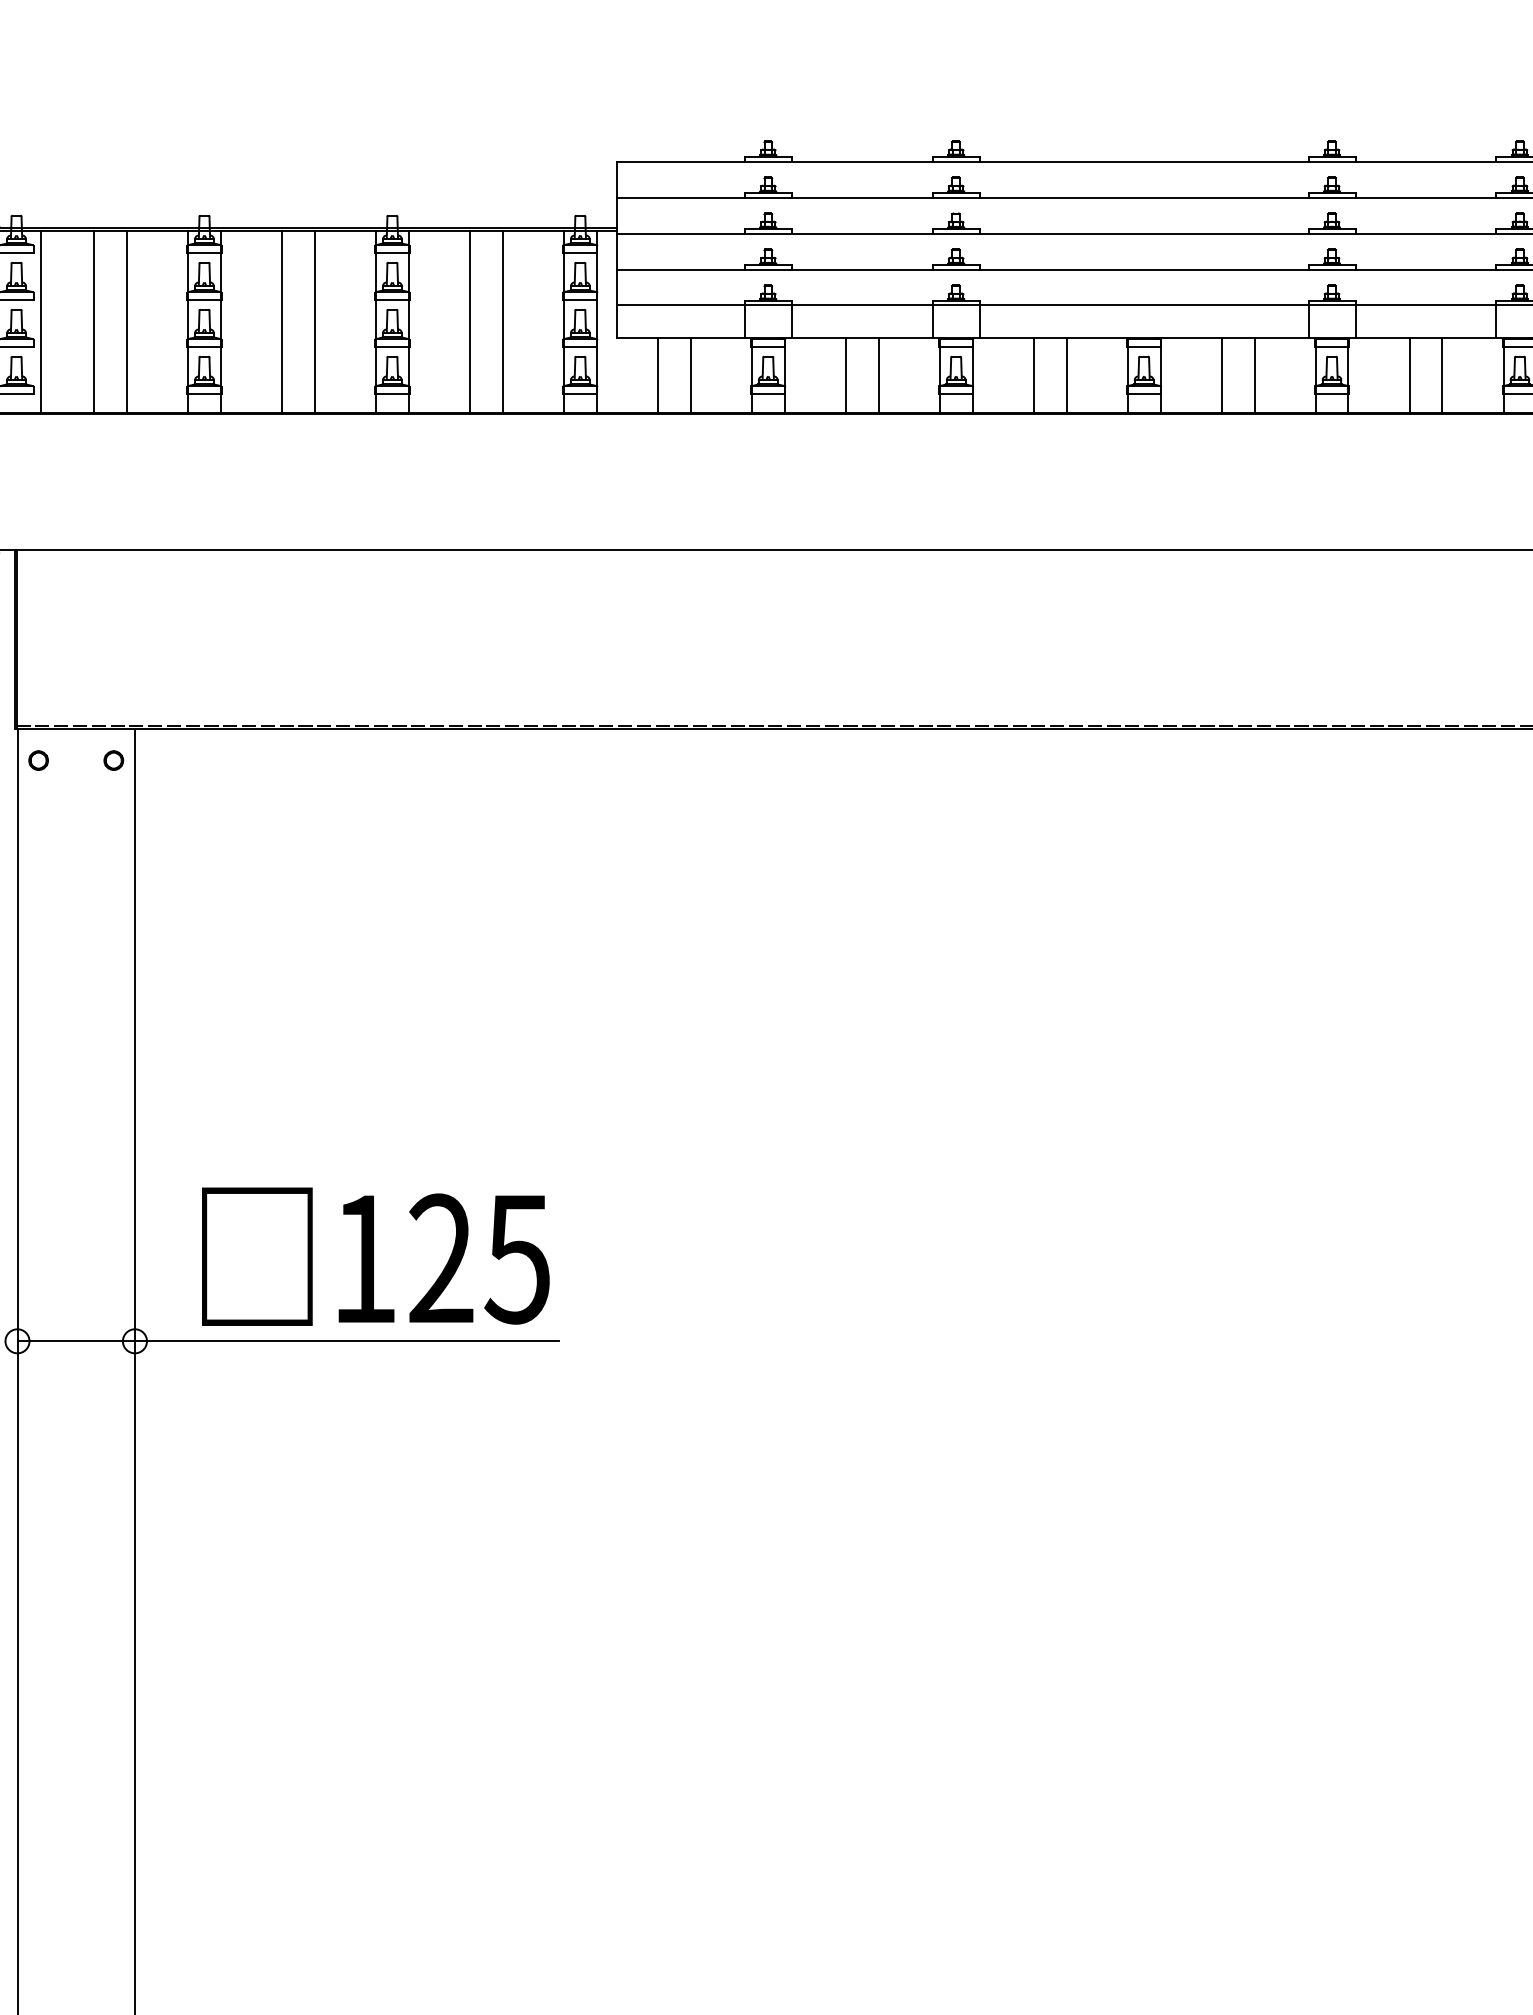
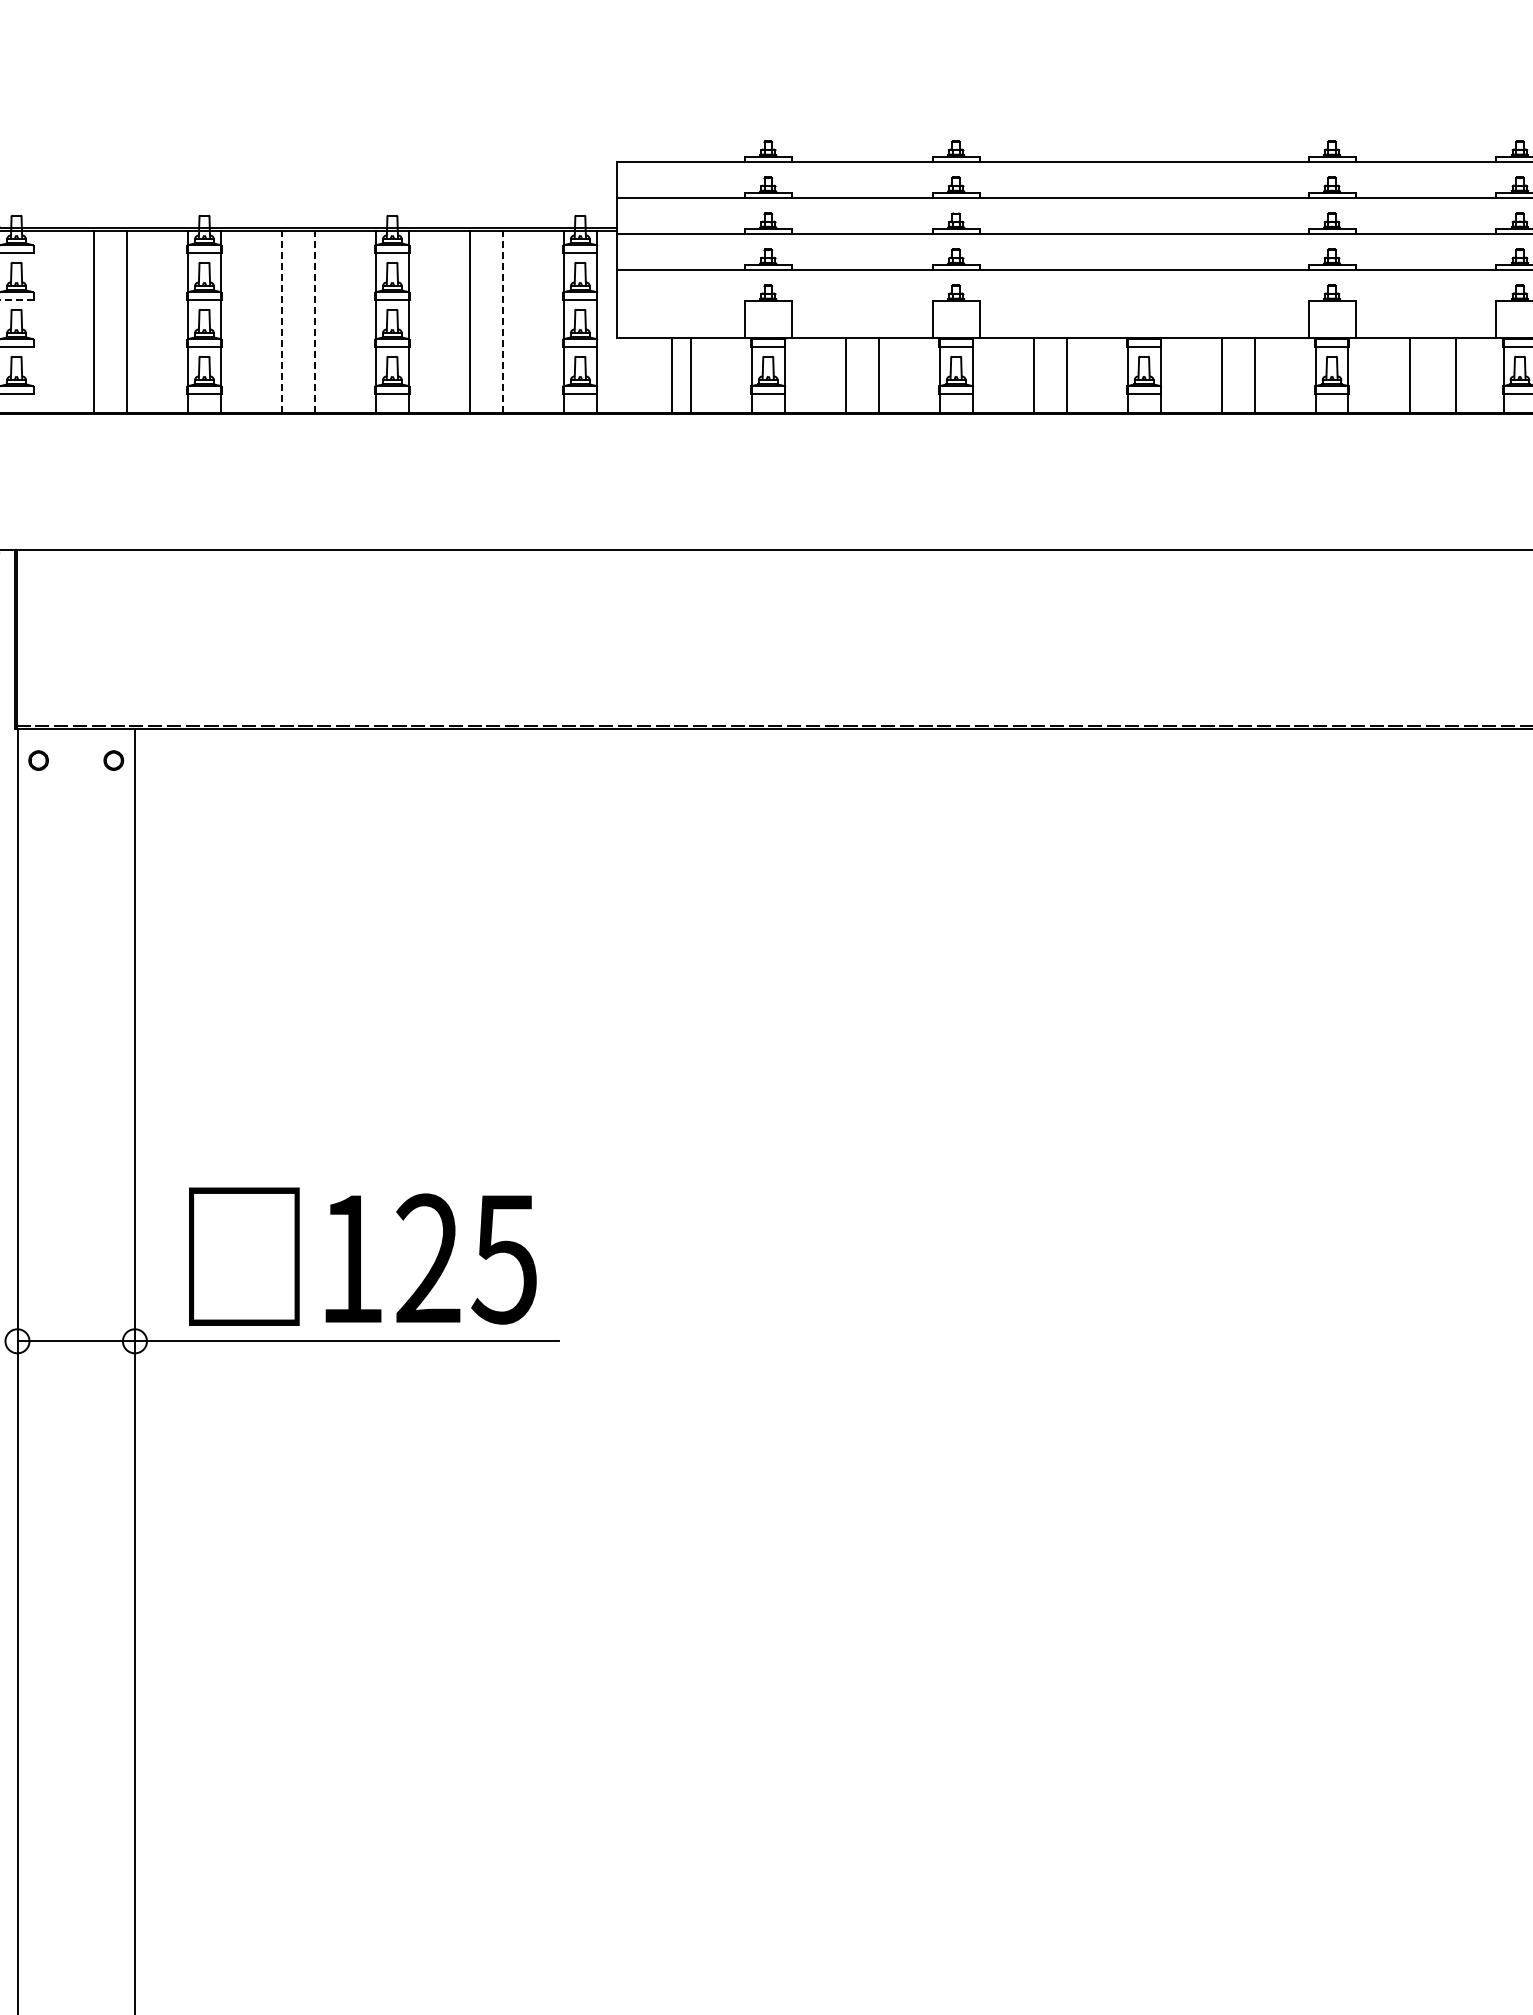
line at (17, 300): solid -> dashed
line at (1072, 305): present -> none
line at (41, 321): present -> none
line at (282, 321): solid -> dashed
line at (314, 321): solid -> dashed
line at (502, 321): solid -> dashed
line at (657, 375) position: (657, 375) -> (671, 375)
line at (1442, 375) position: (1442, 375) -> (1456, 375)
text at (375, 1256) position: (375, 1256) -> (362, 1256)
